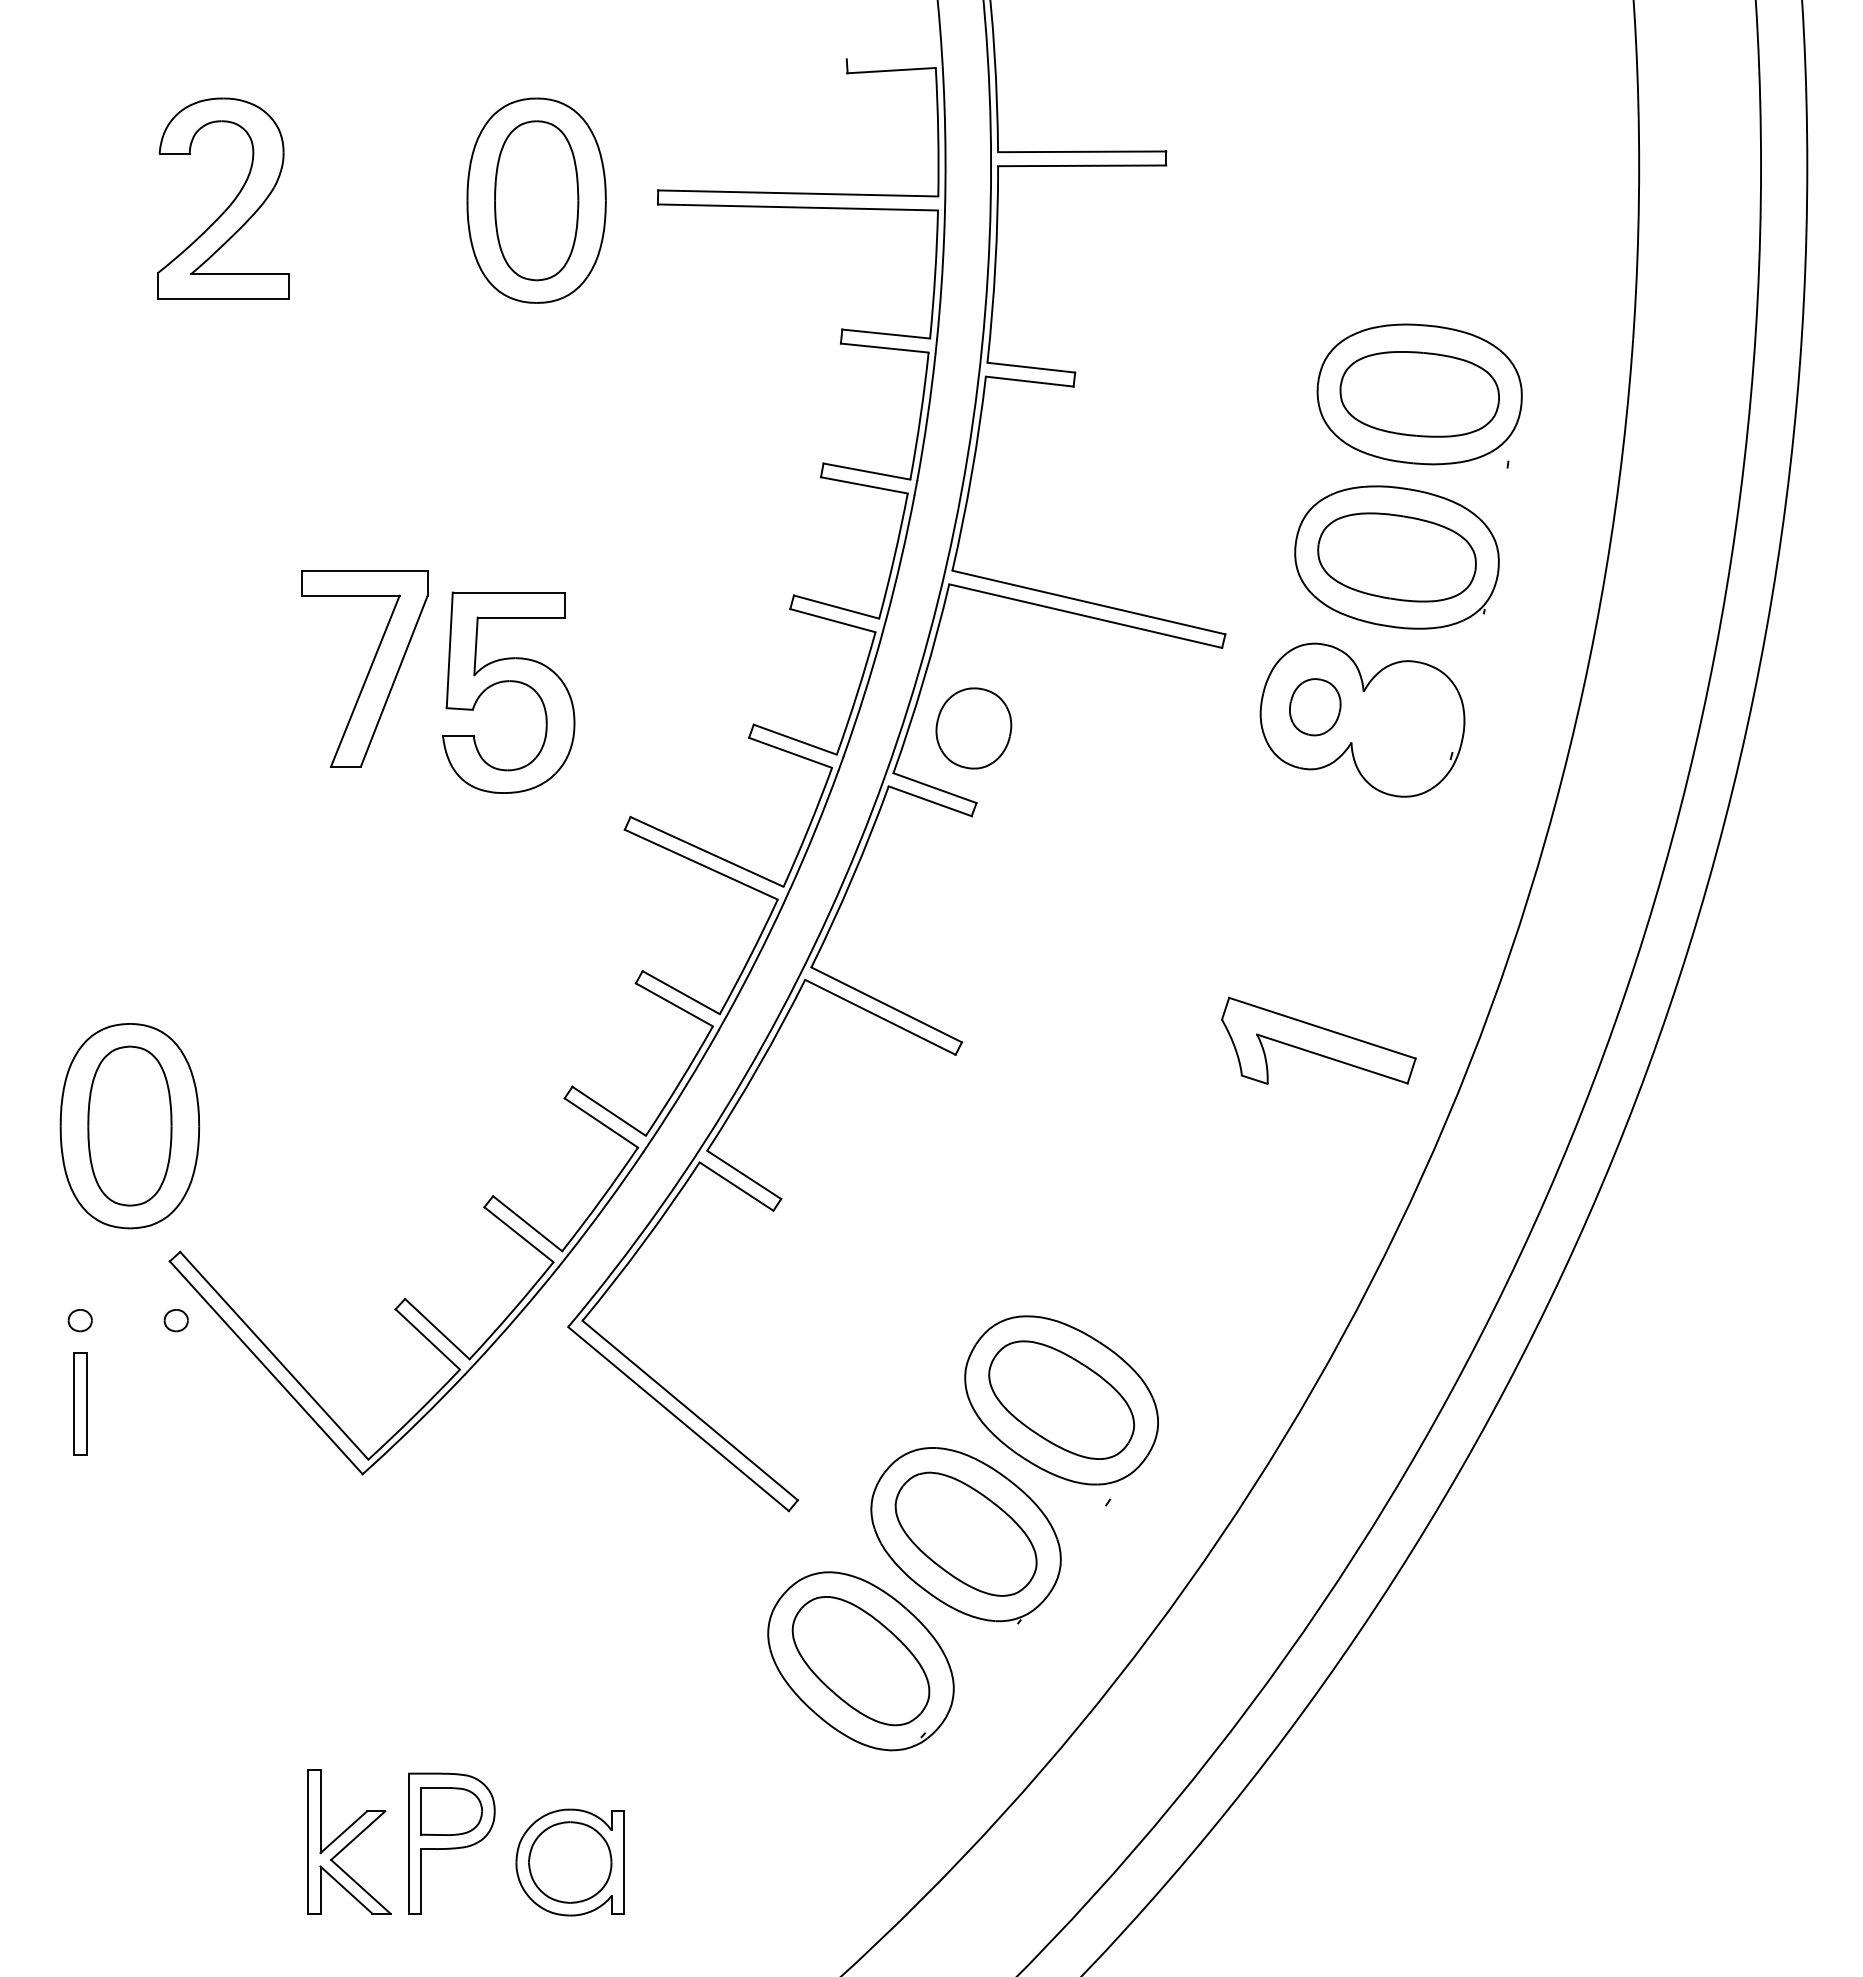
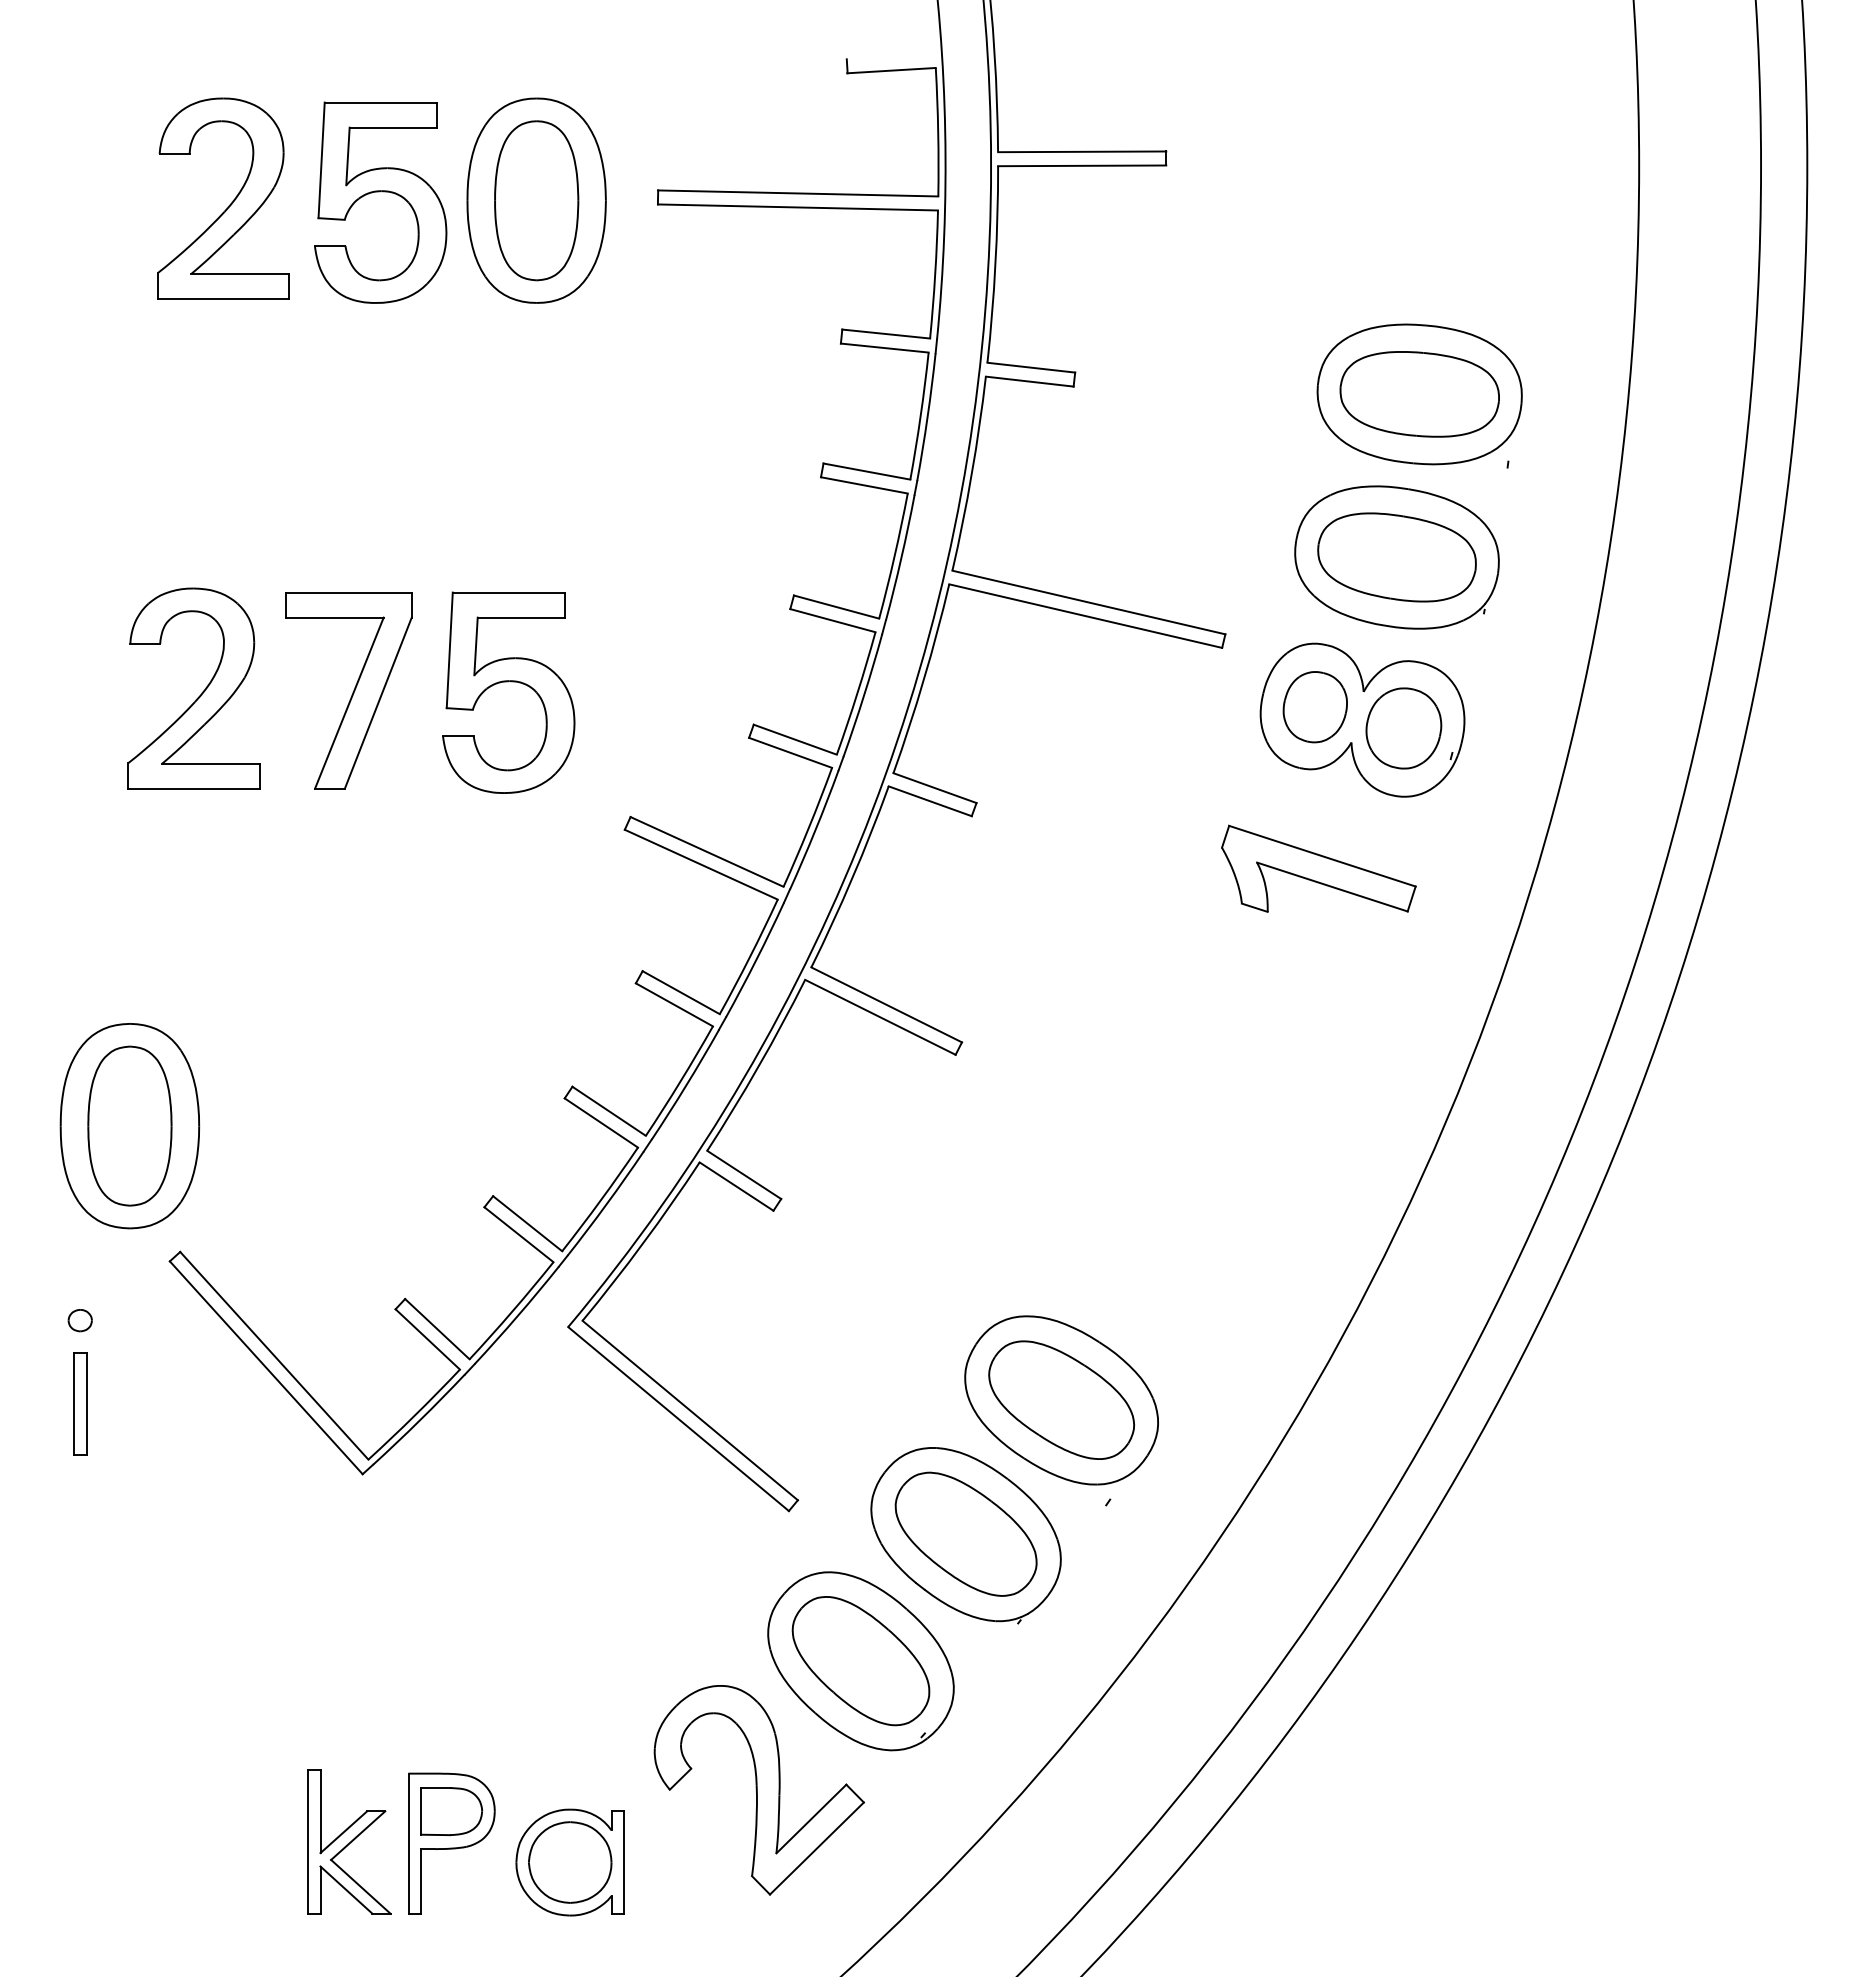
part at (380, 192): none -> present
part at (364, 668) position: (364, 668) -> (348, 690)
part at (201, 692): none -> present
part at (1315, 707) size: 53x59 px -> 66x73 px
part at (973, 728) position: (973, 728) -> (1403, 728)
part at (1318, 1040) position: (1318, 1040) -> (1318, 868)
part at (175, 1320): present -> none
part at (759, 1790): none -> present
